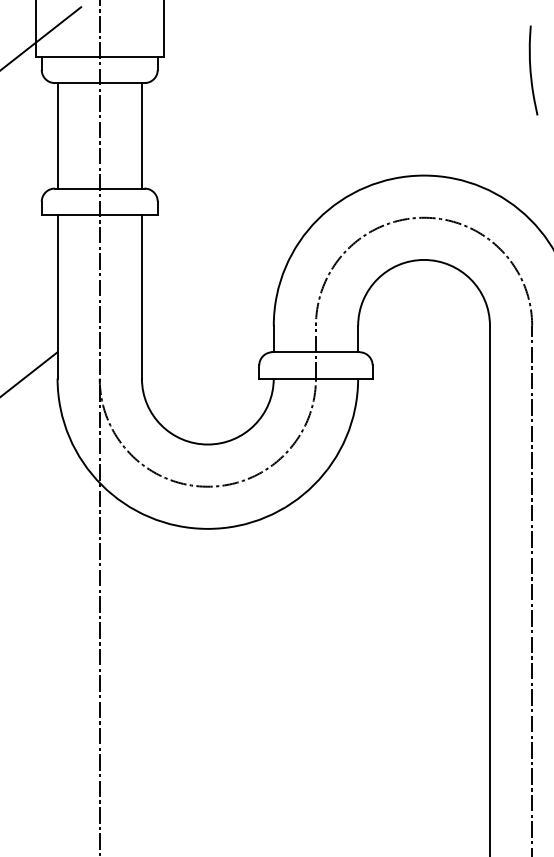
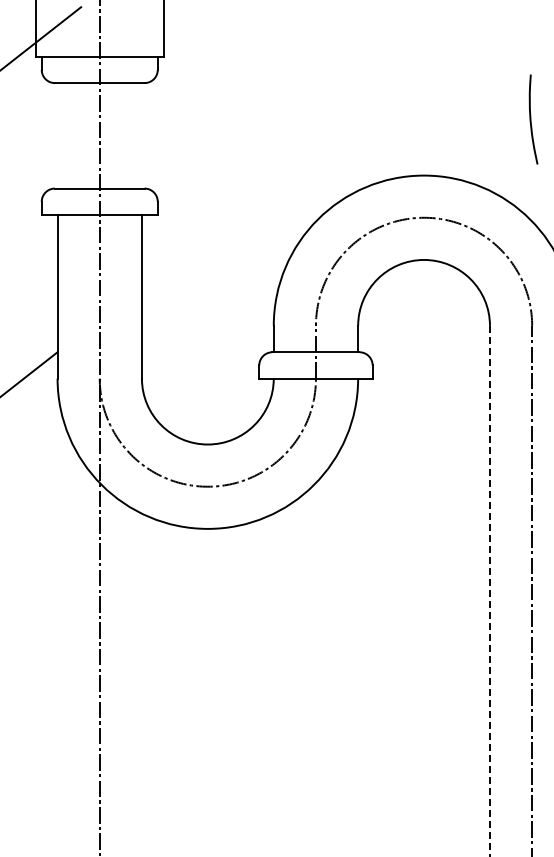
curve at (531, 70) position: (531, 70) -> (531, 119)
line at (57, 135): present -> none
line at (141, 135): present -> none
line at (489, 590): solid -> dashed
